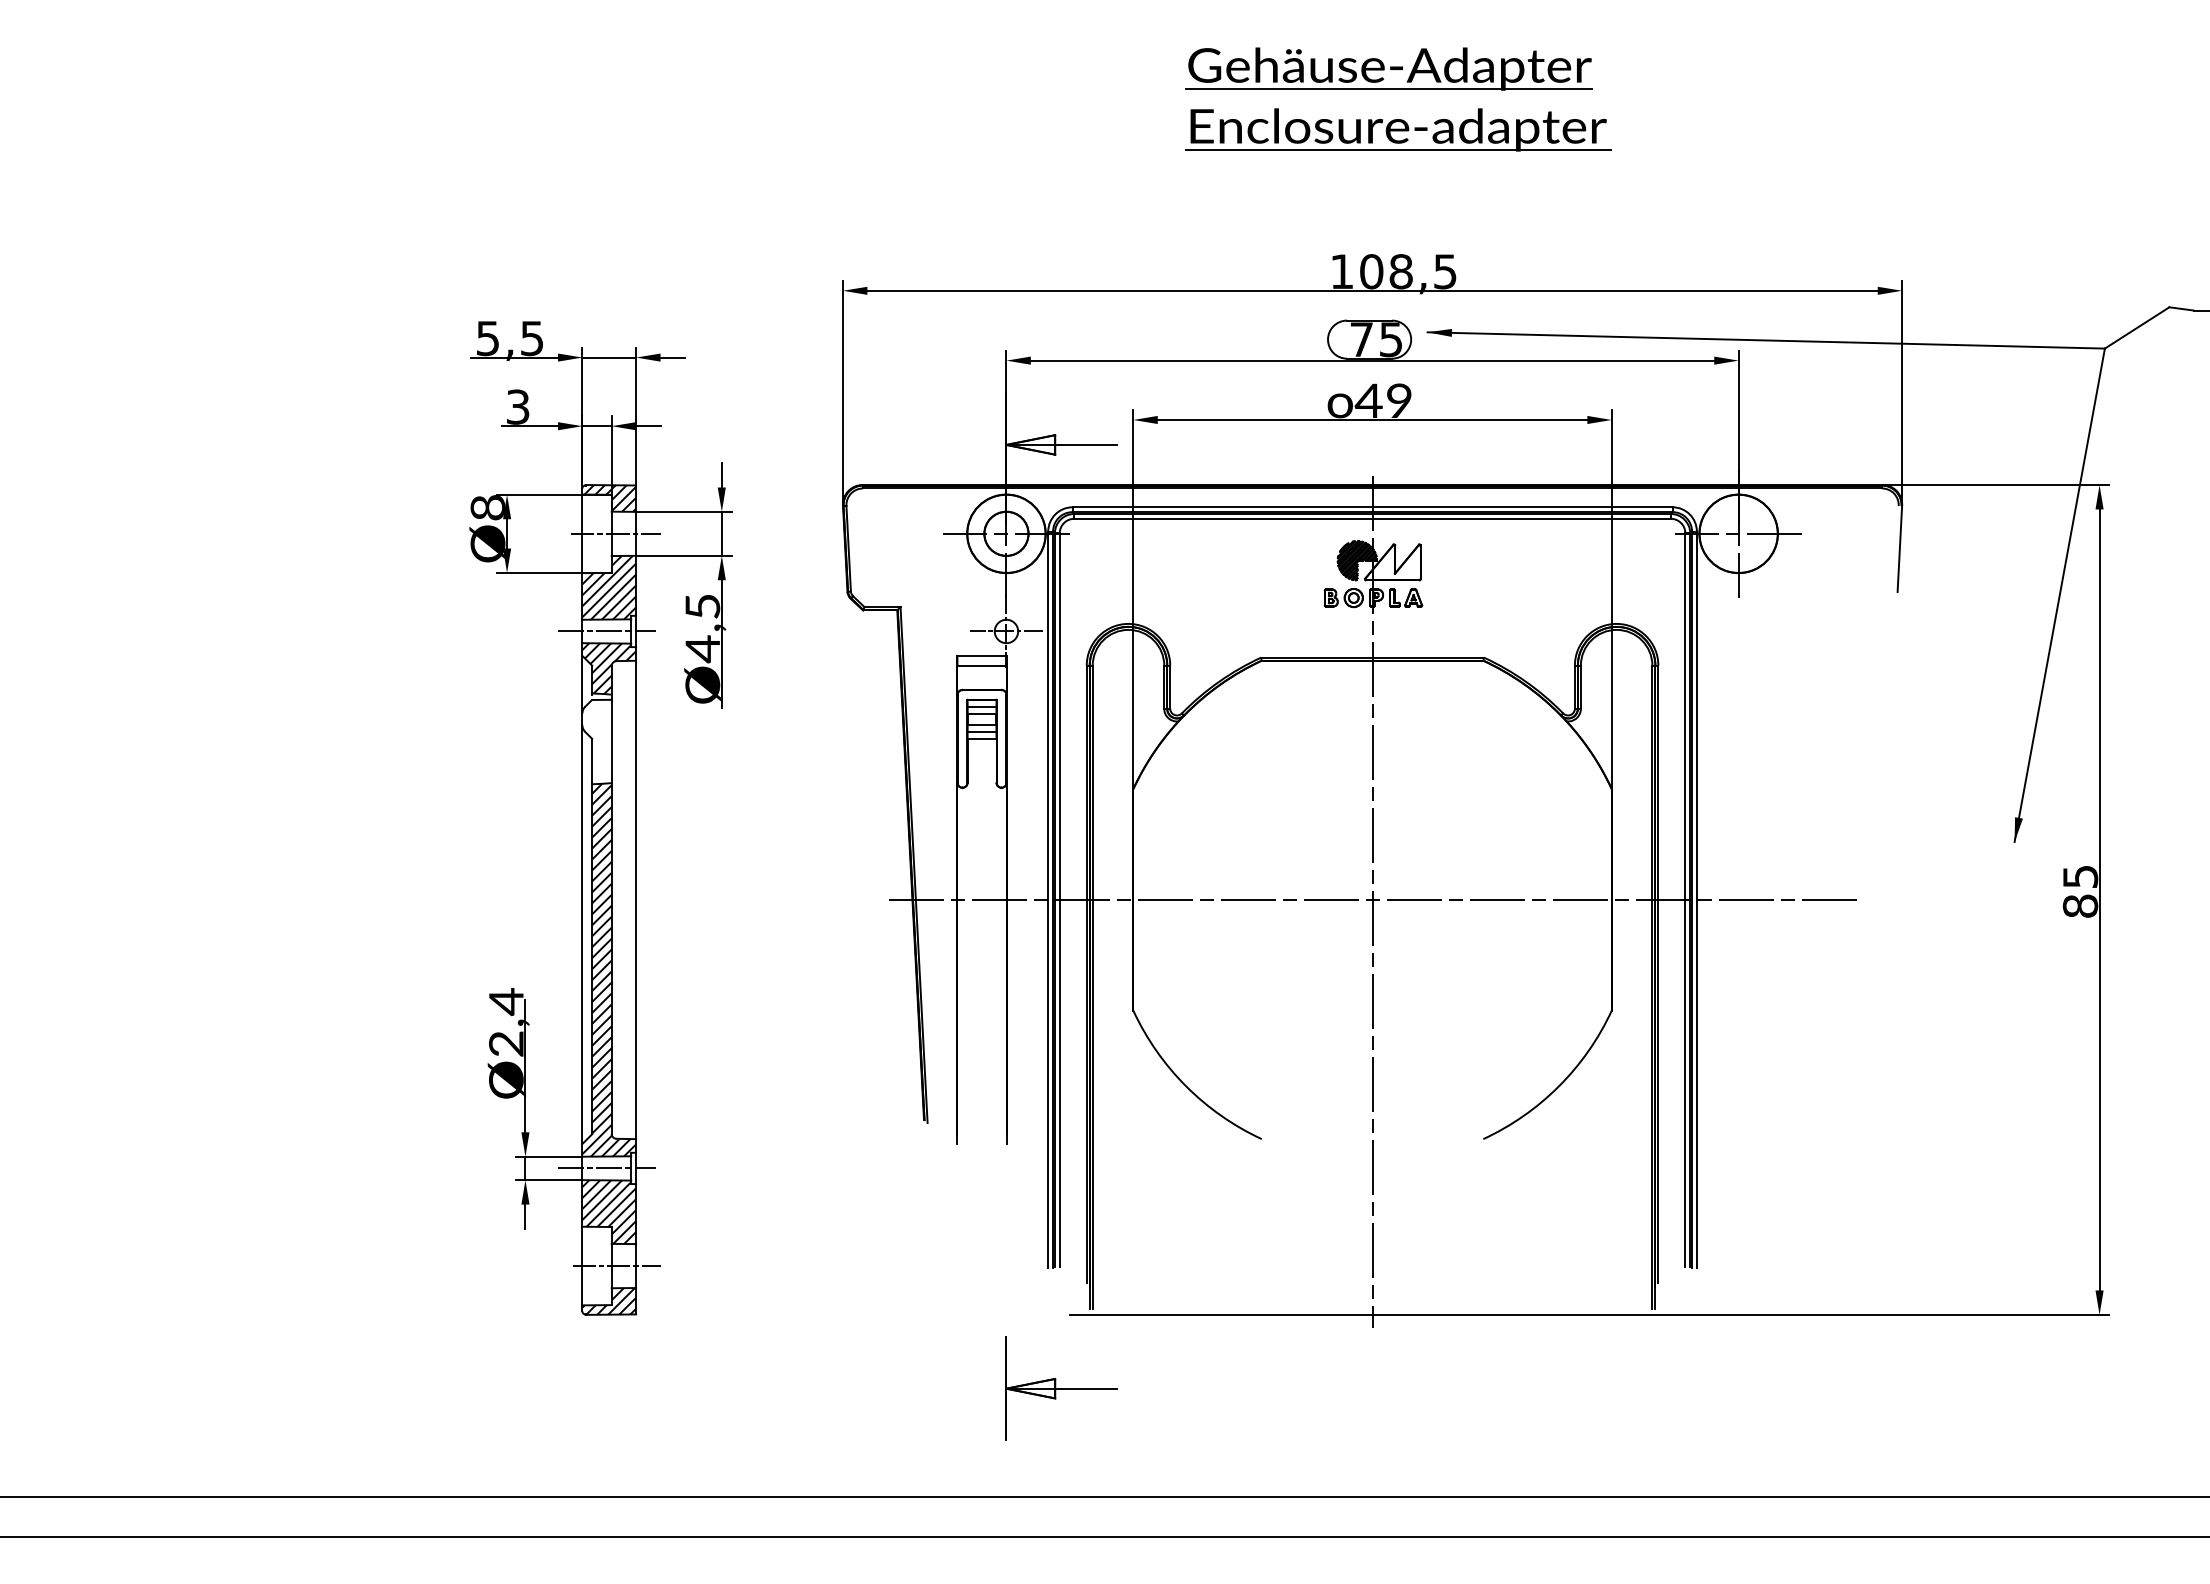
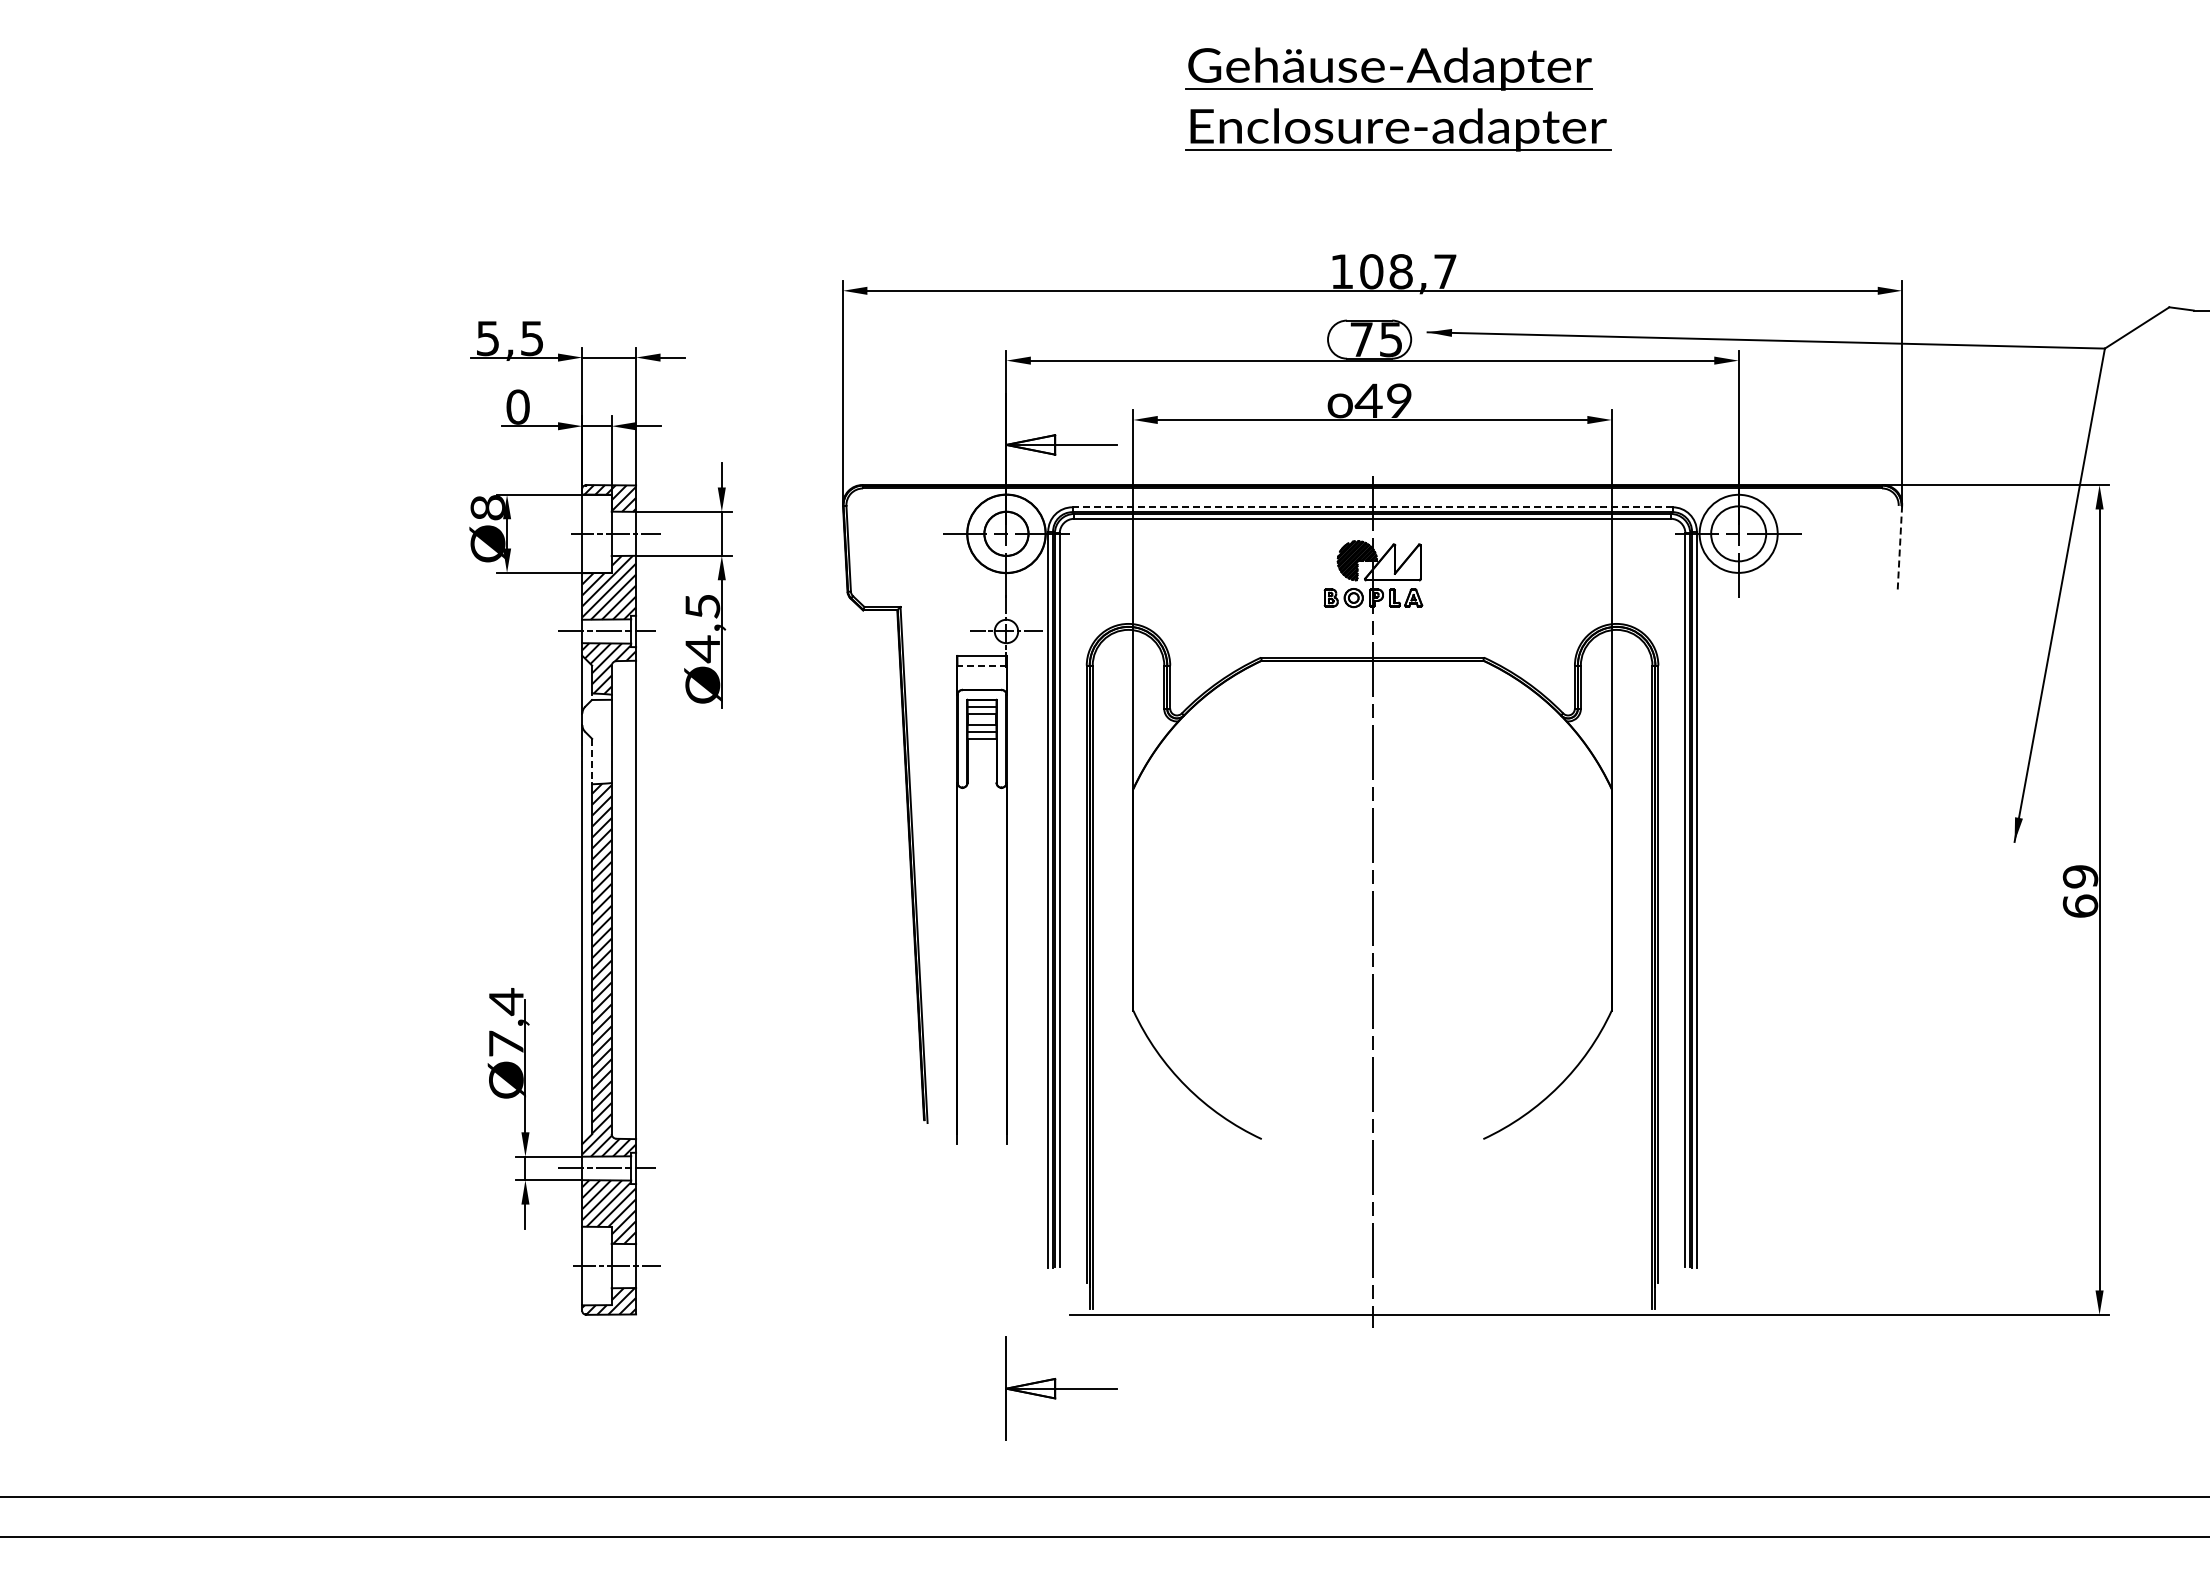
text at (1445, 271): 108,5 -> 108,7
text at (517, 406): 3 -> 0
line at (1372, 507): solid -> dashed
circle at (1738, 533) diameter: 79 px -> 55 px
line at (1899, 549): solid -> dashed
line at (982, 665): solid -> dashed
line at (592, 761): solid -> dashed
text at (2080, 891): 85 -> 69
line at (1372, 899): present -> none
text at (506, 1043): Ø2,4 -> Ø7,4
